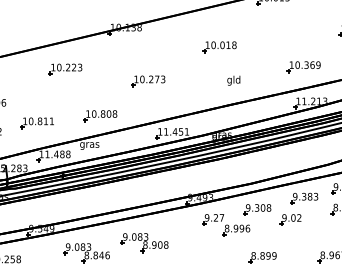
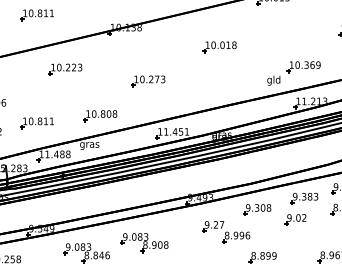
part at (36, 15): none -> present
text at (233, 80) position: (233, 80) -> (273, 80)
part at (290, 219) position: (290, 219) -> (295, 219)
part at (226, 225) position: (226, 225) -> (226, 232)
